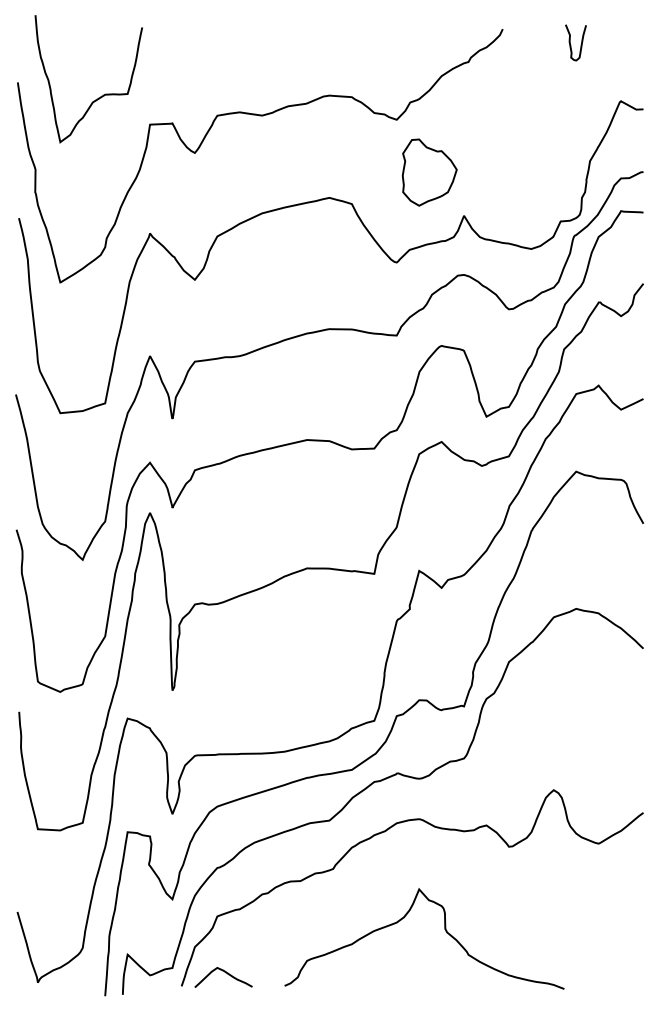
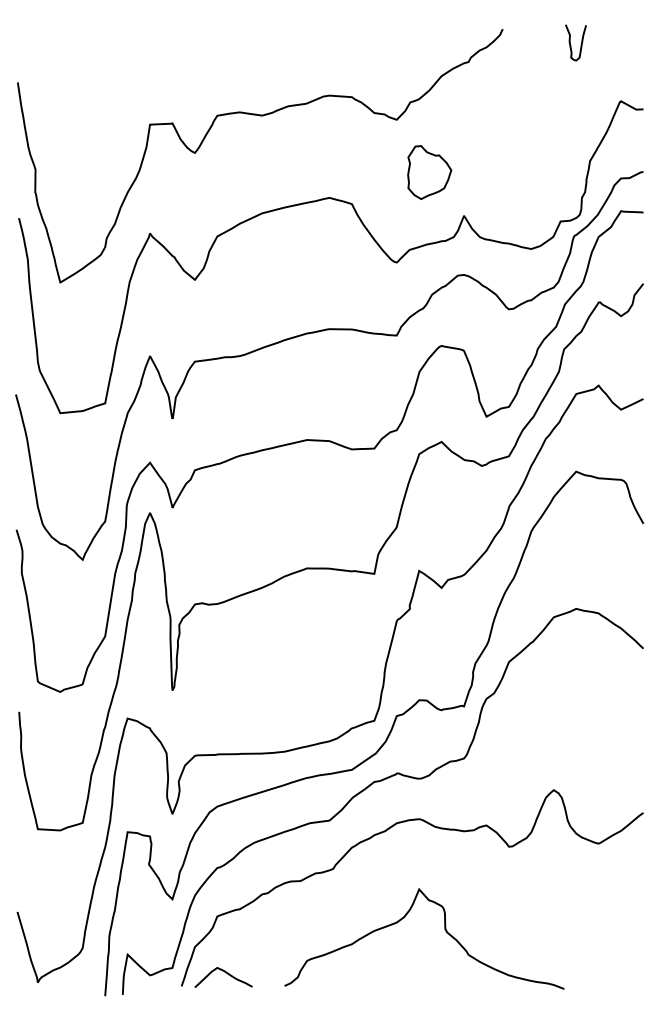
curve at (98, 97): present -> none
part at (429, 172) size: 57x69 px -> 46x55 px
